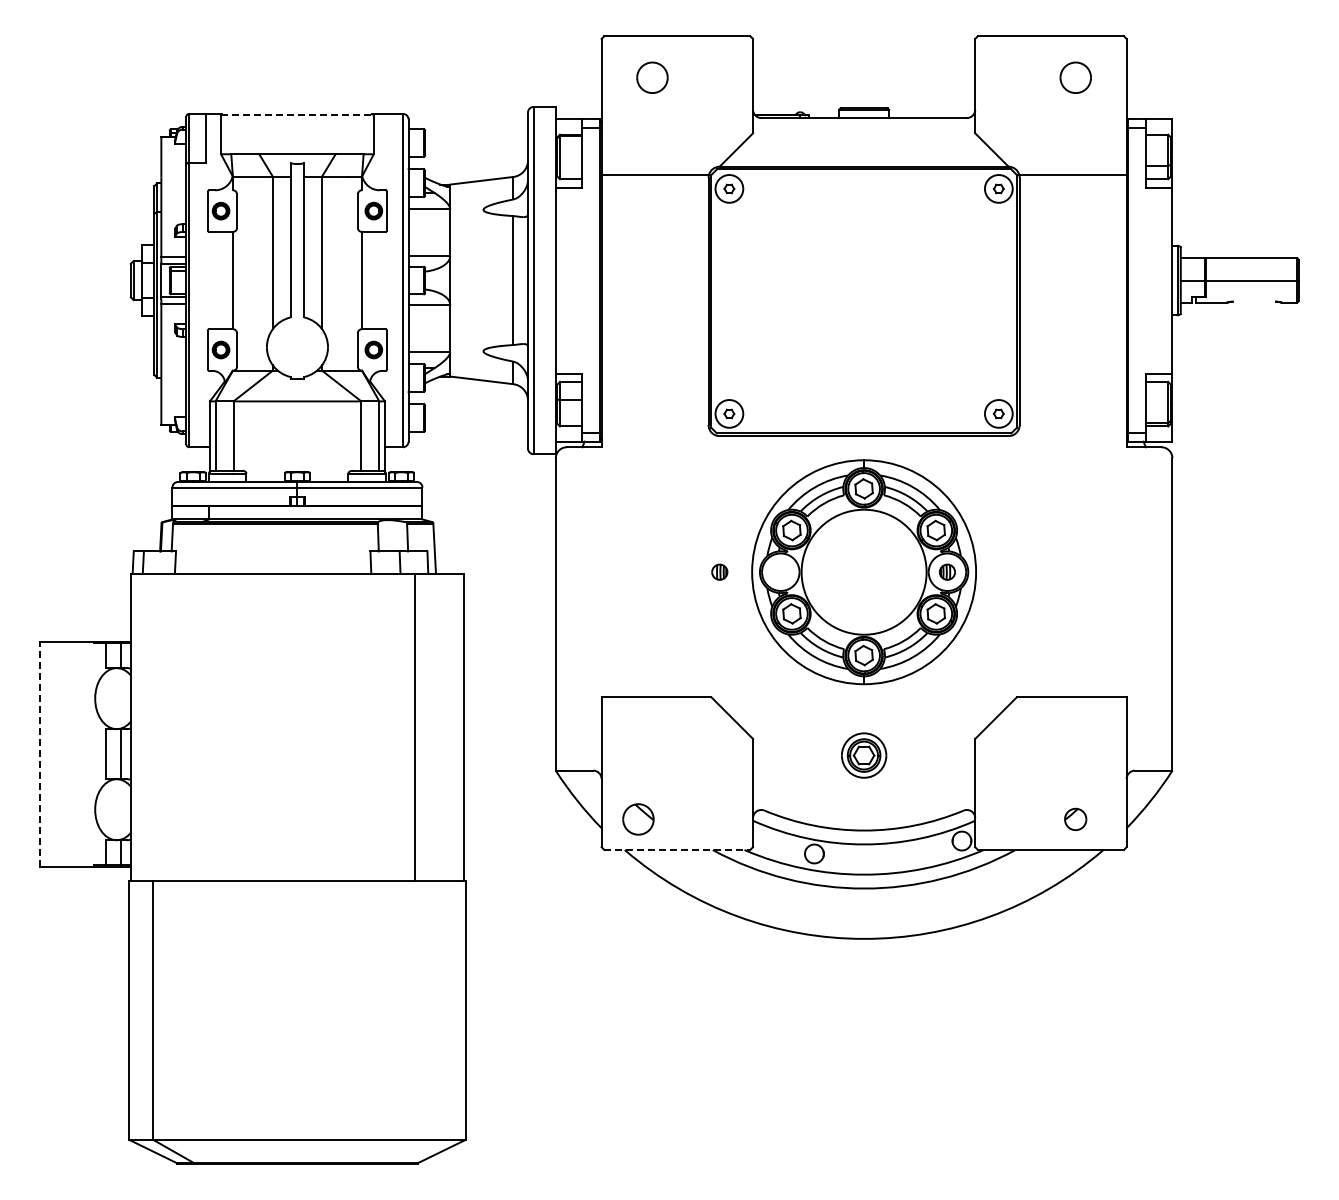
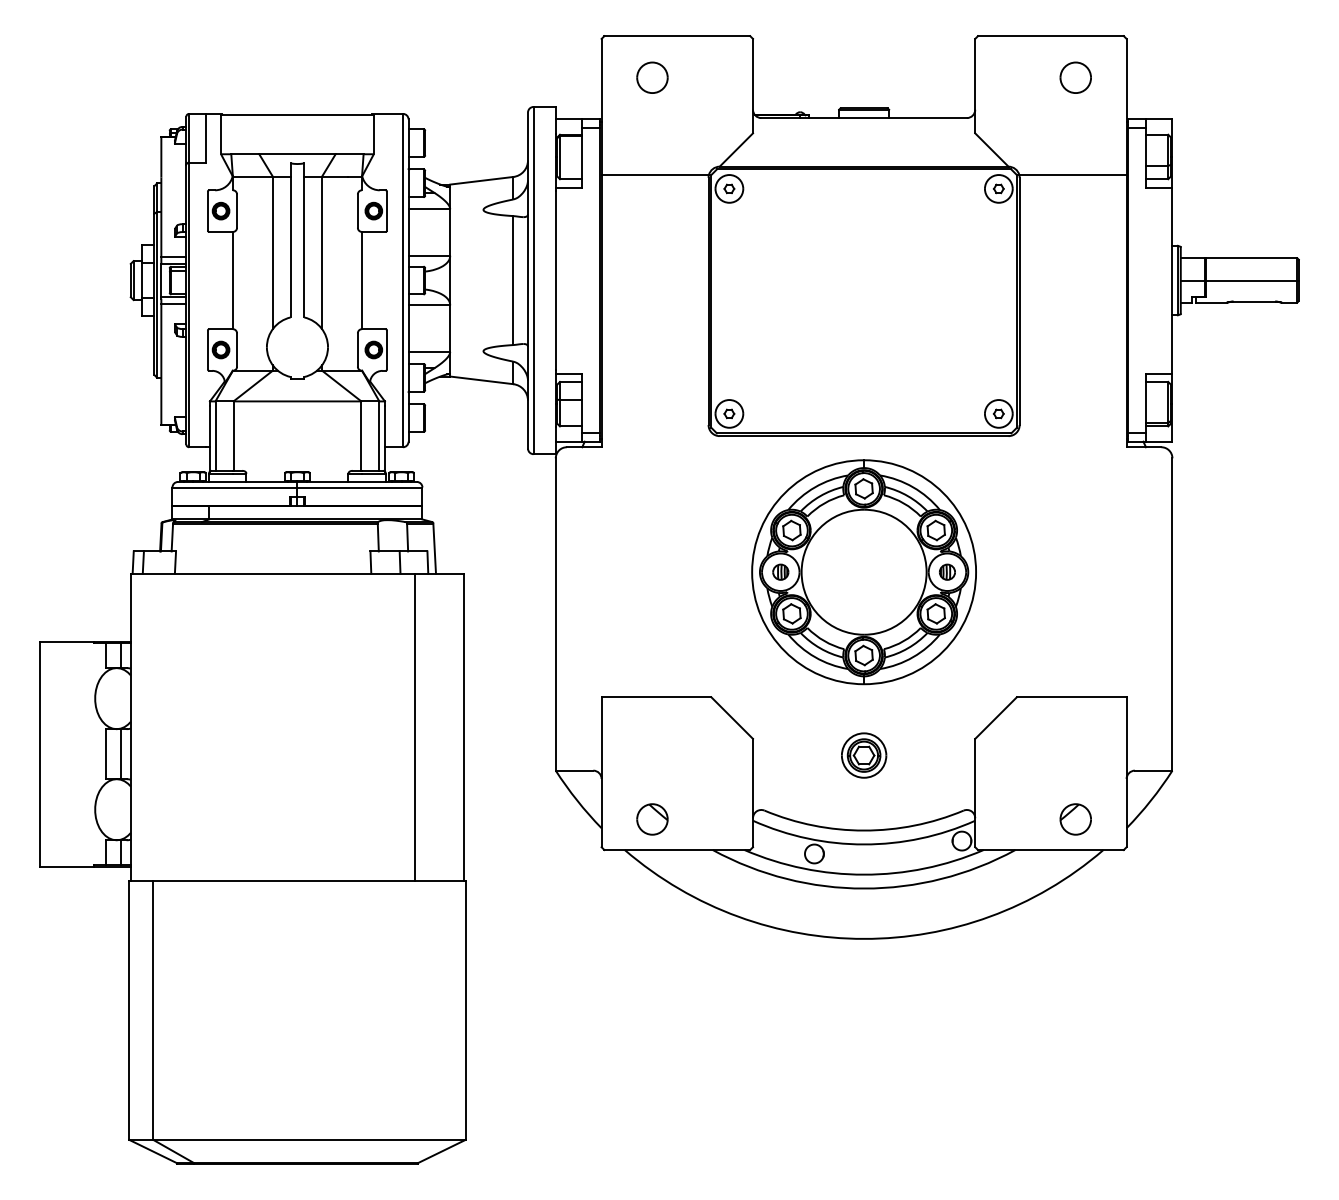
line at (297, 115): dashed -> solid
line at (1254, 301): none -> present
part at (719, 571) position: (719, 571) -> (780, 571)
line at (40, 753): dashed -> solid
part at (638, 819) position: (638, 819) -> (652, 819)
part at (1075, 819) size: 24x25 px -> 33x33 px
line at (677, 850): dashed -> solid
